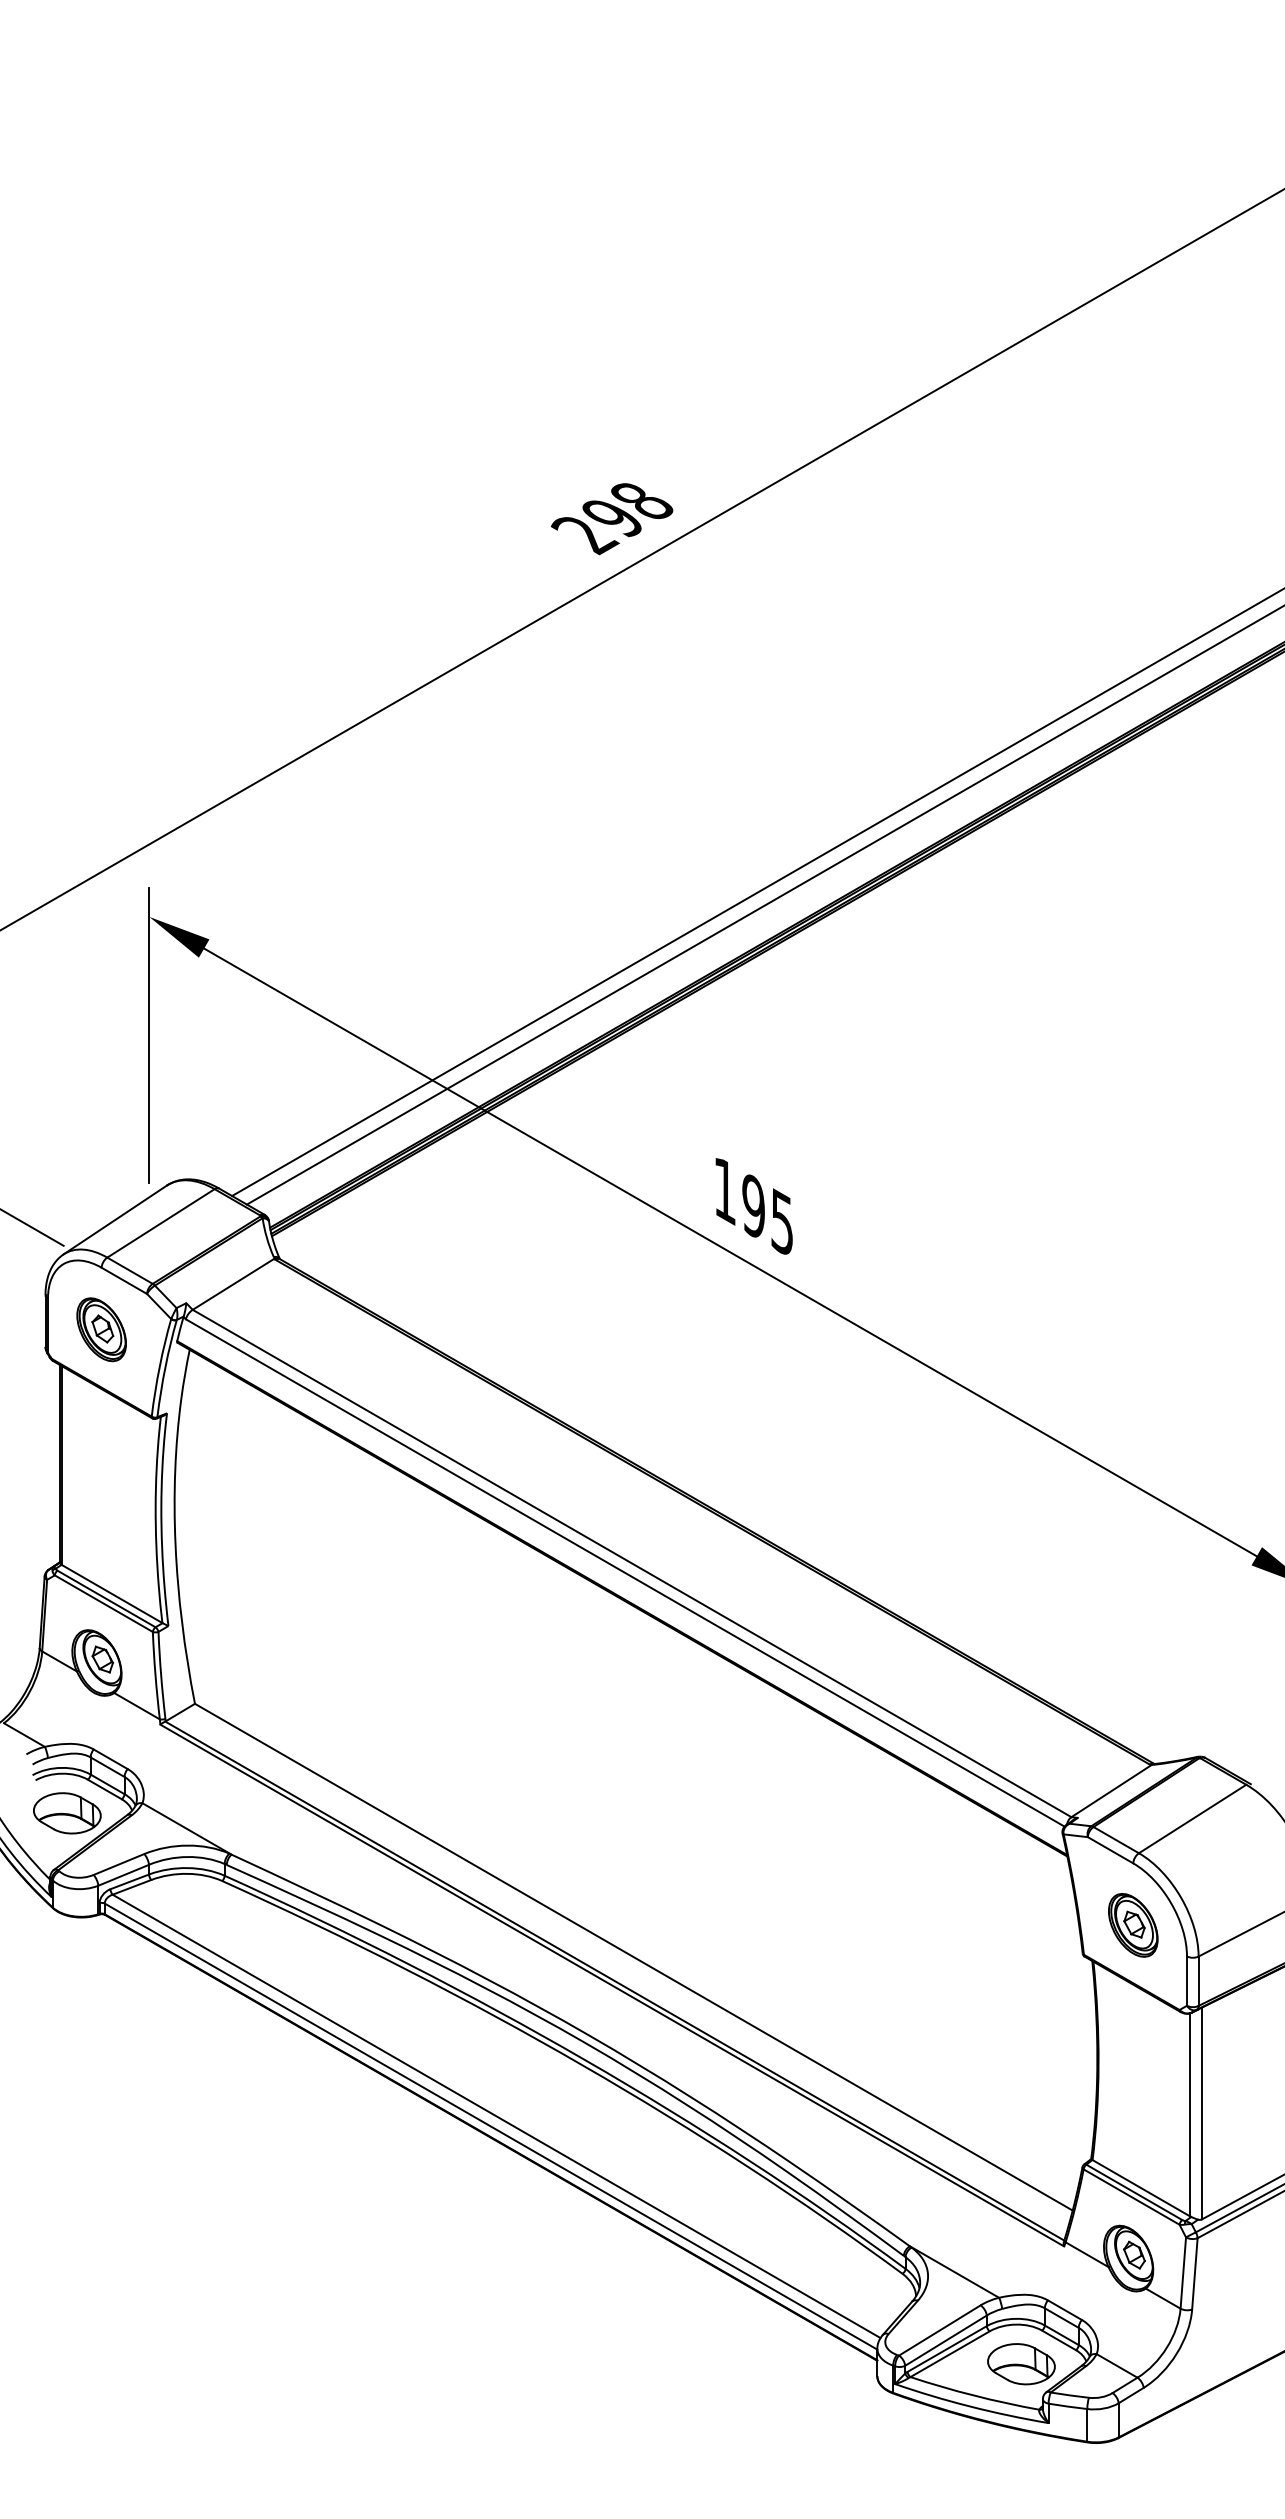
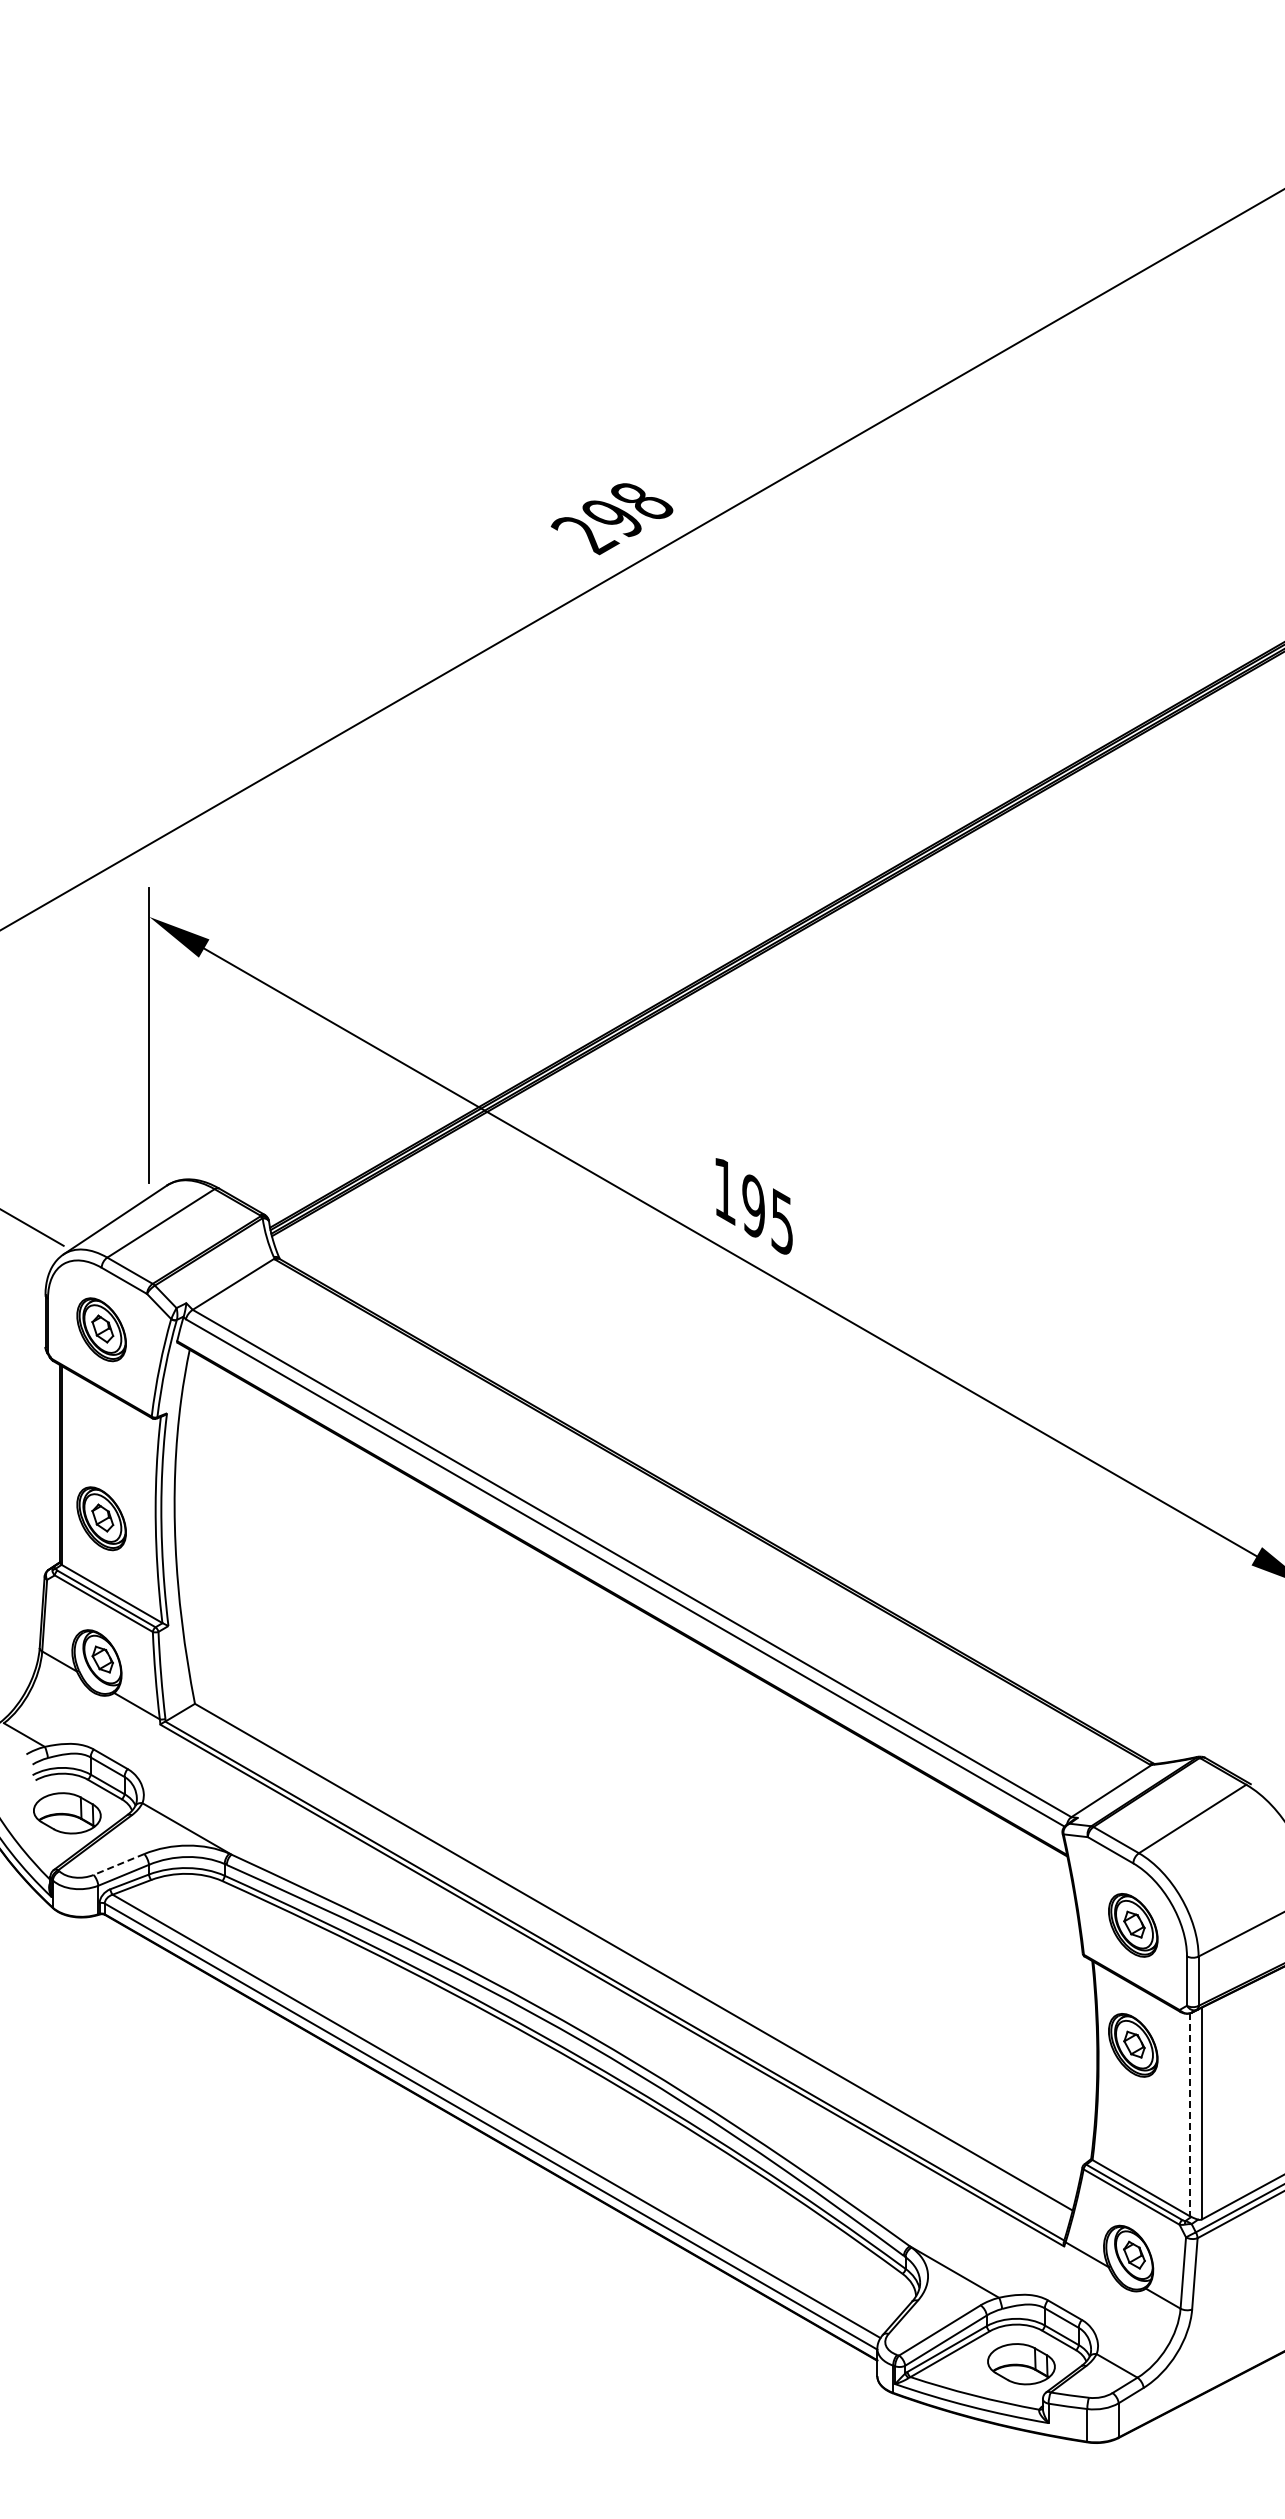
line at (756, 893): present -> none
line at (763, 905): present -> none
part at (101, 1518): none -> present
line at (118, 1864): solid -> dashed
part at (1133, 2045): none -> present
line at (1190, 2114): solid -> dashed
